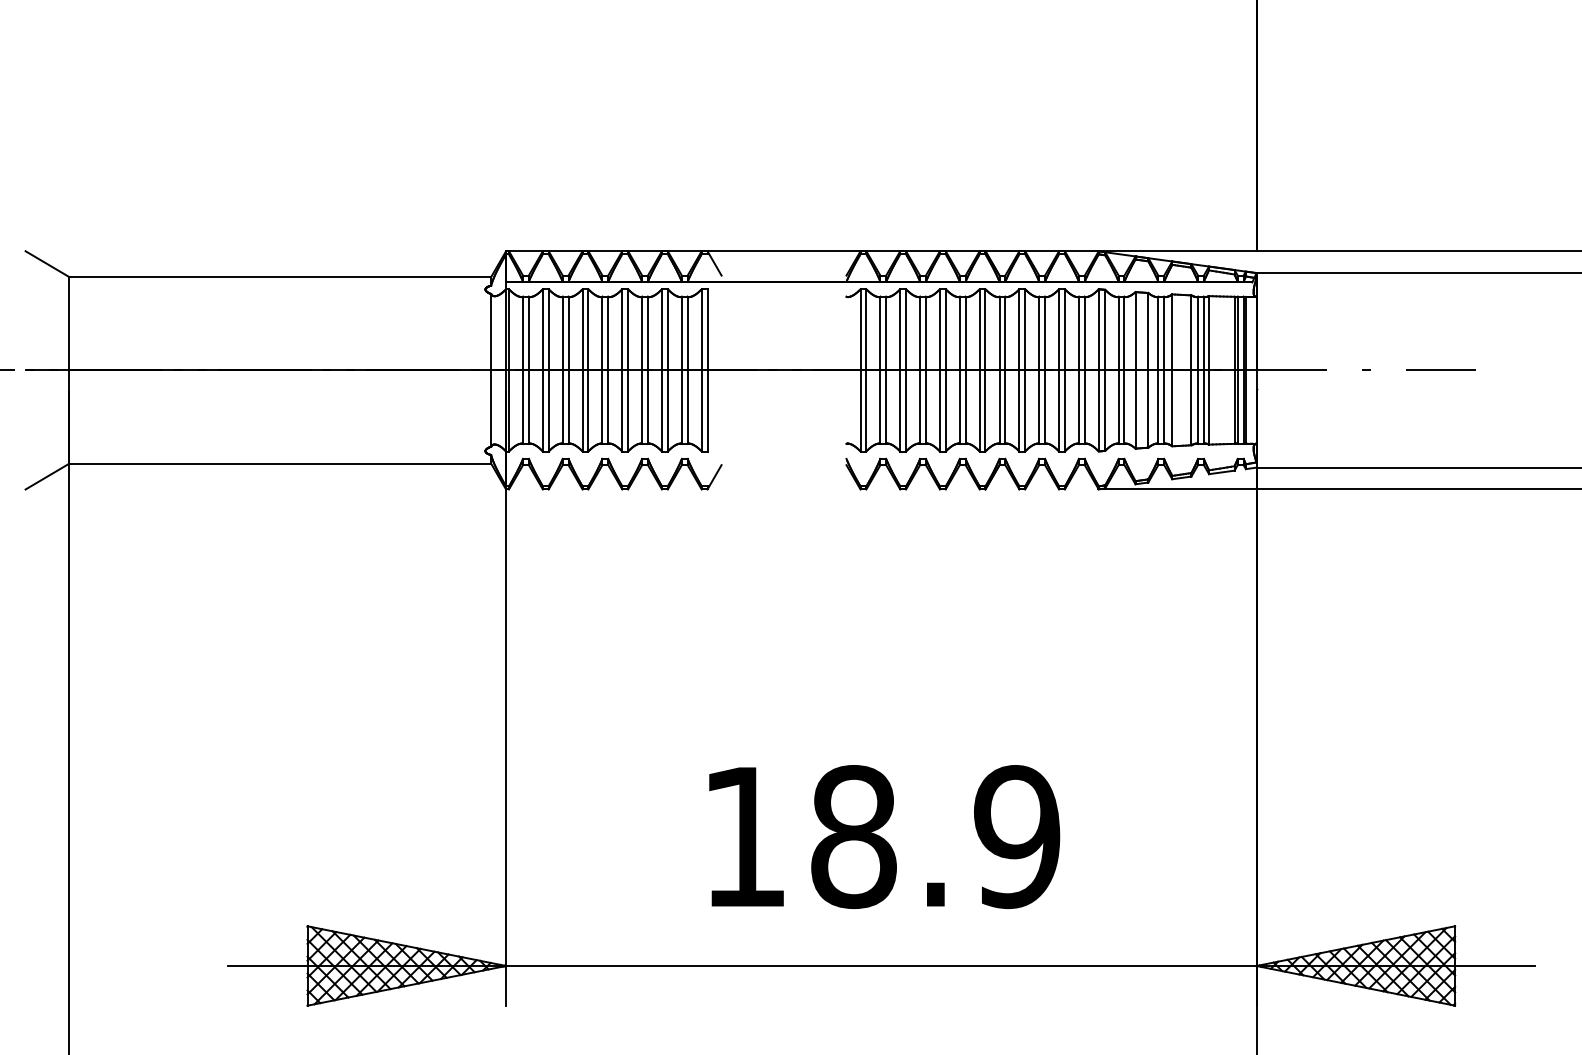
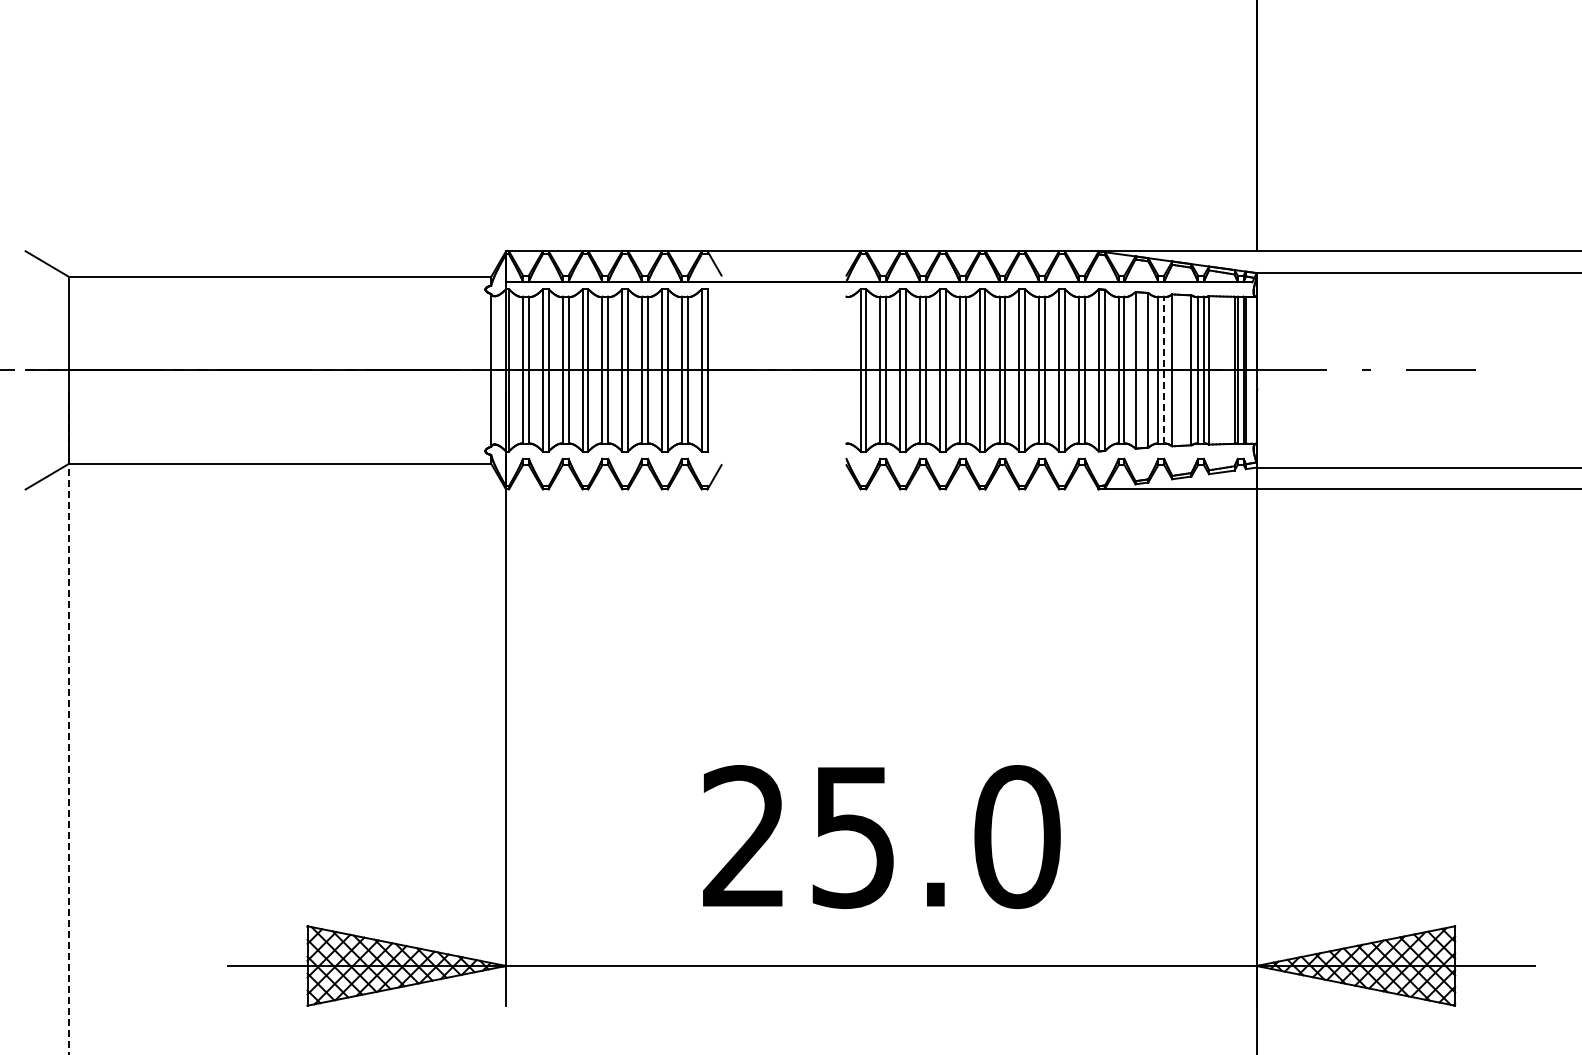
line at (1164, 370): solid -> dashed
line at (69, 723): solid -> dashed
text at (881, 837): 18.9 -> 25.0
